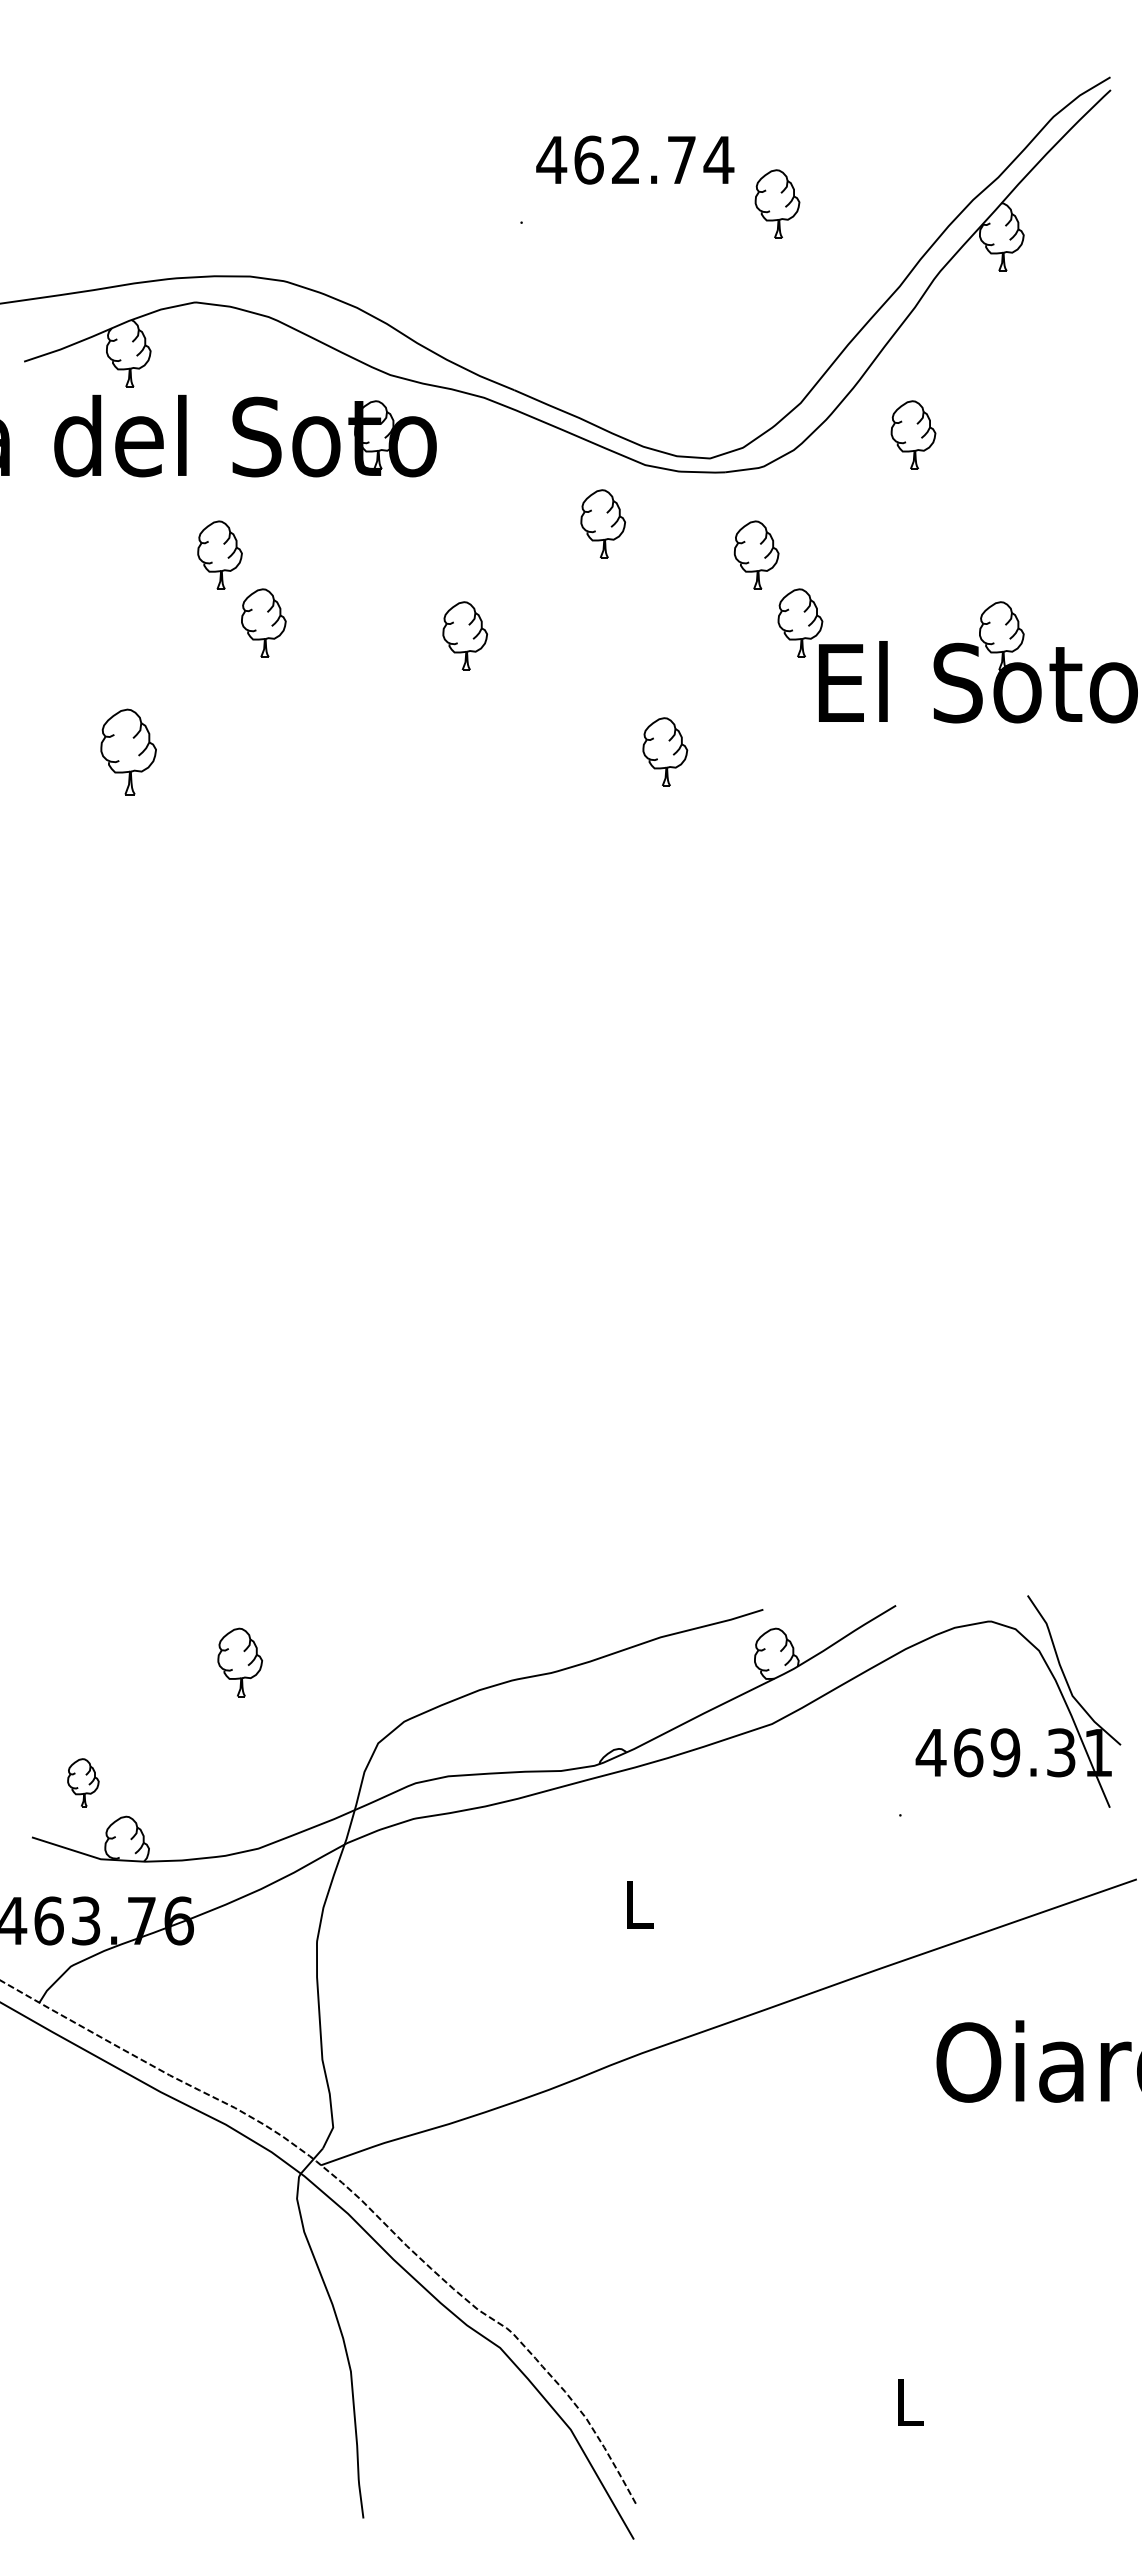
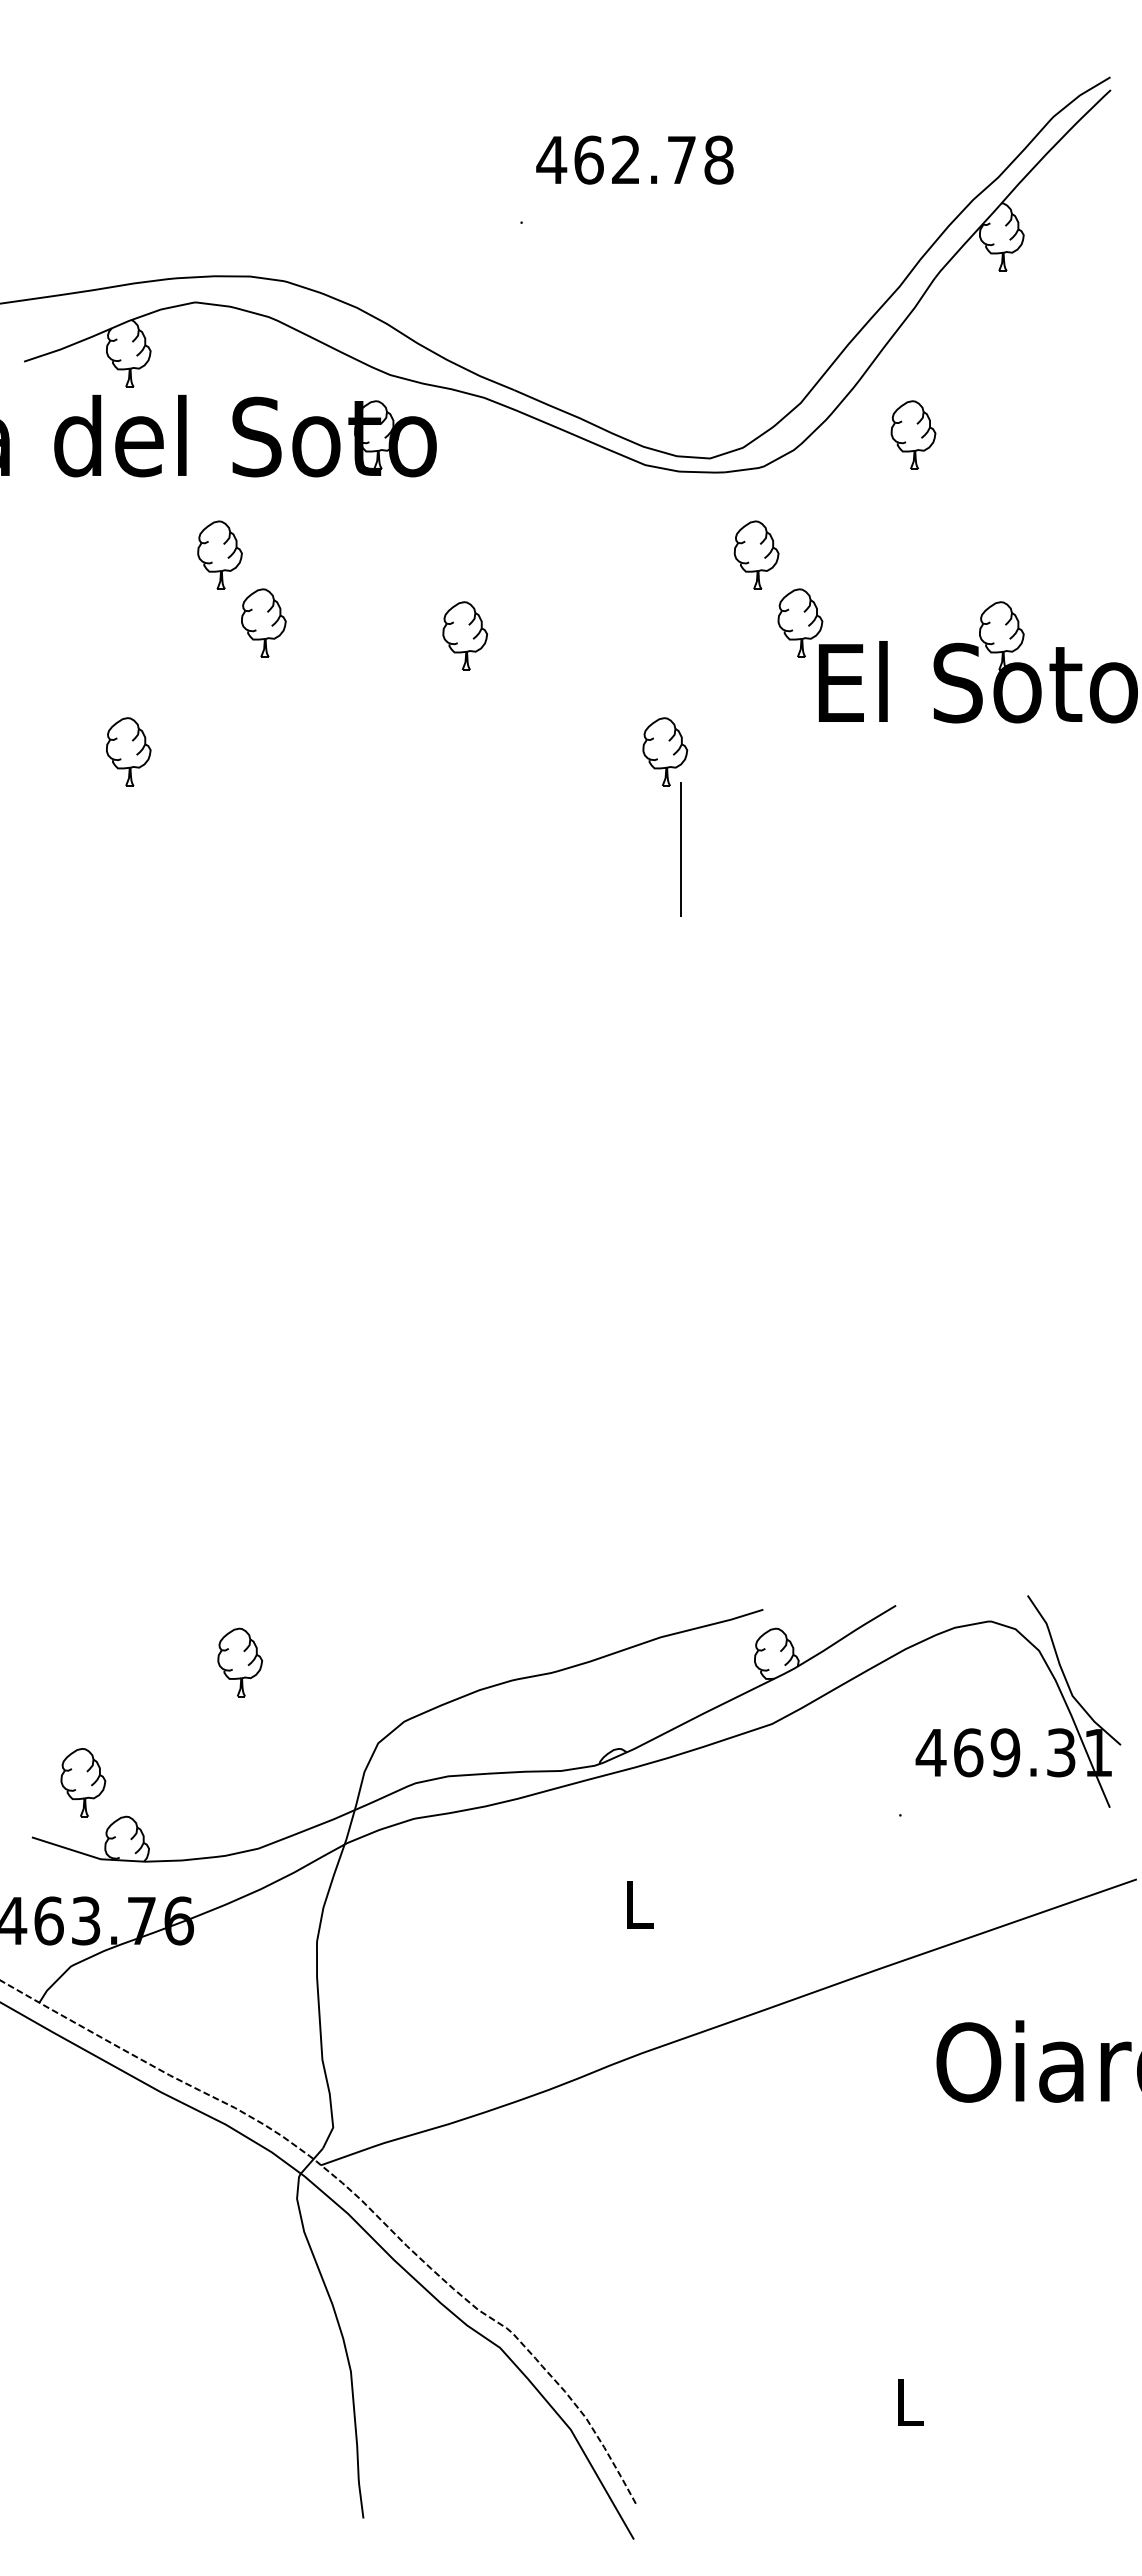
text at (718, 159): 462.74 -> 462.78
part at (777, 203): present -> none
part at (602, 523): present -> none
part at (128, 751) size: 57x88 px -> 46x70 px
line at (680, 849): none -> present
part at (83, 1782) size: 33x50 px -> 47x70 px
